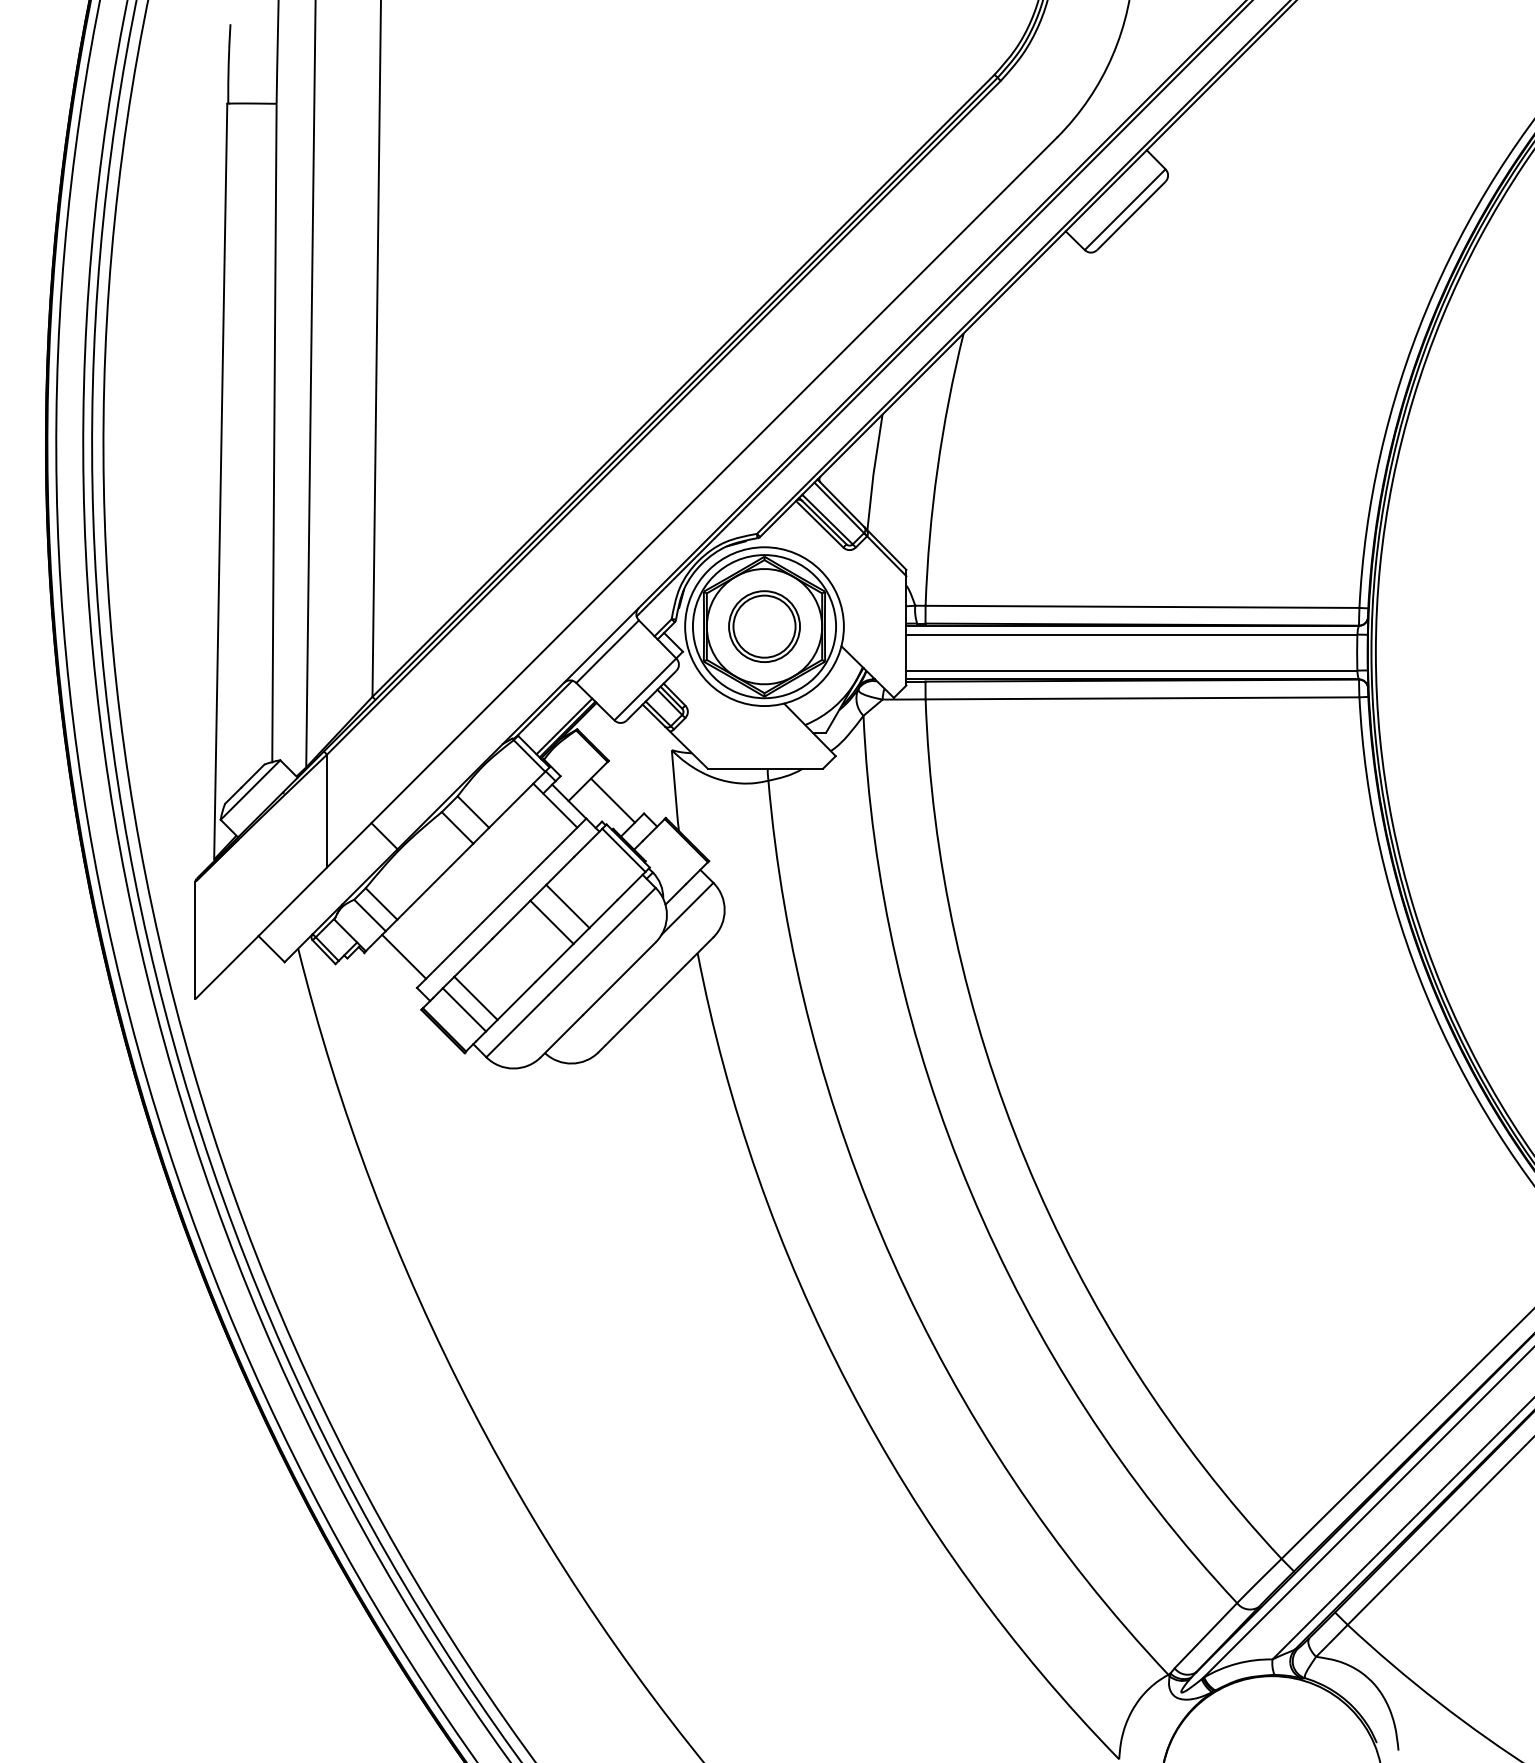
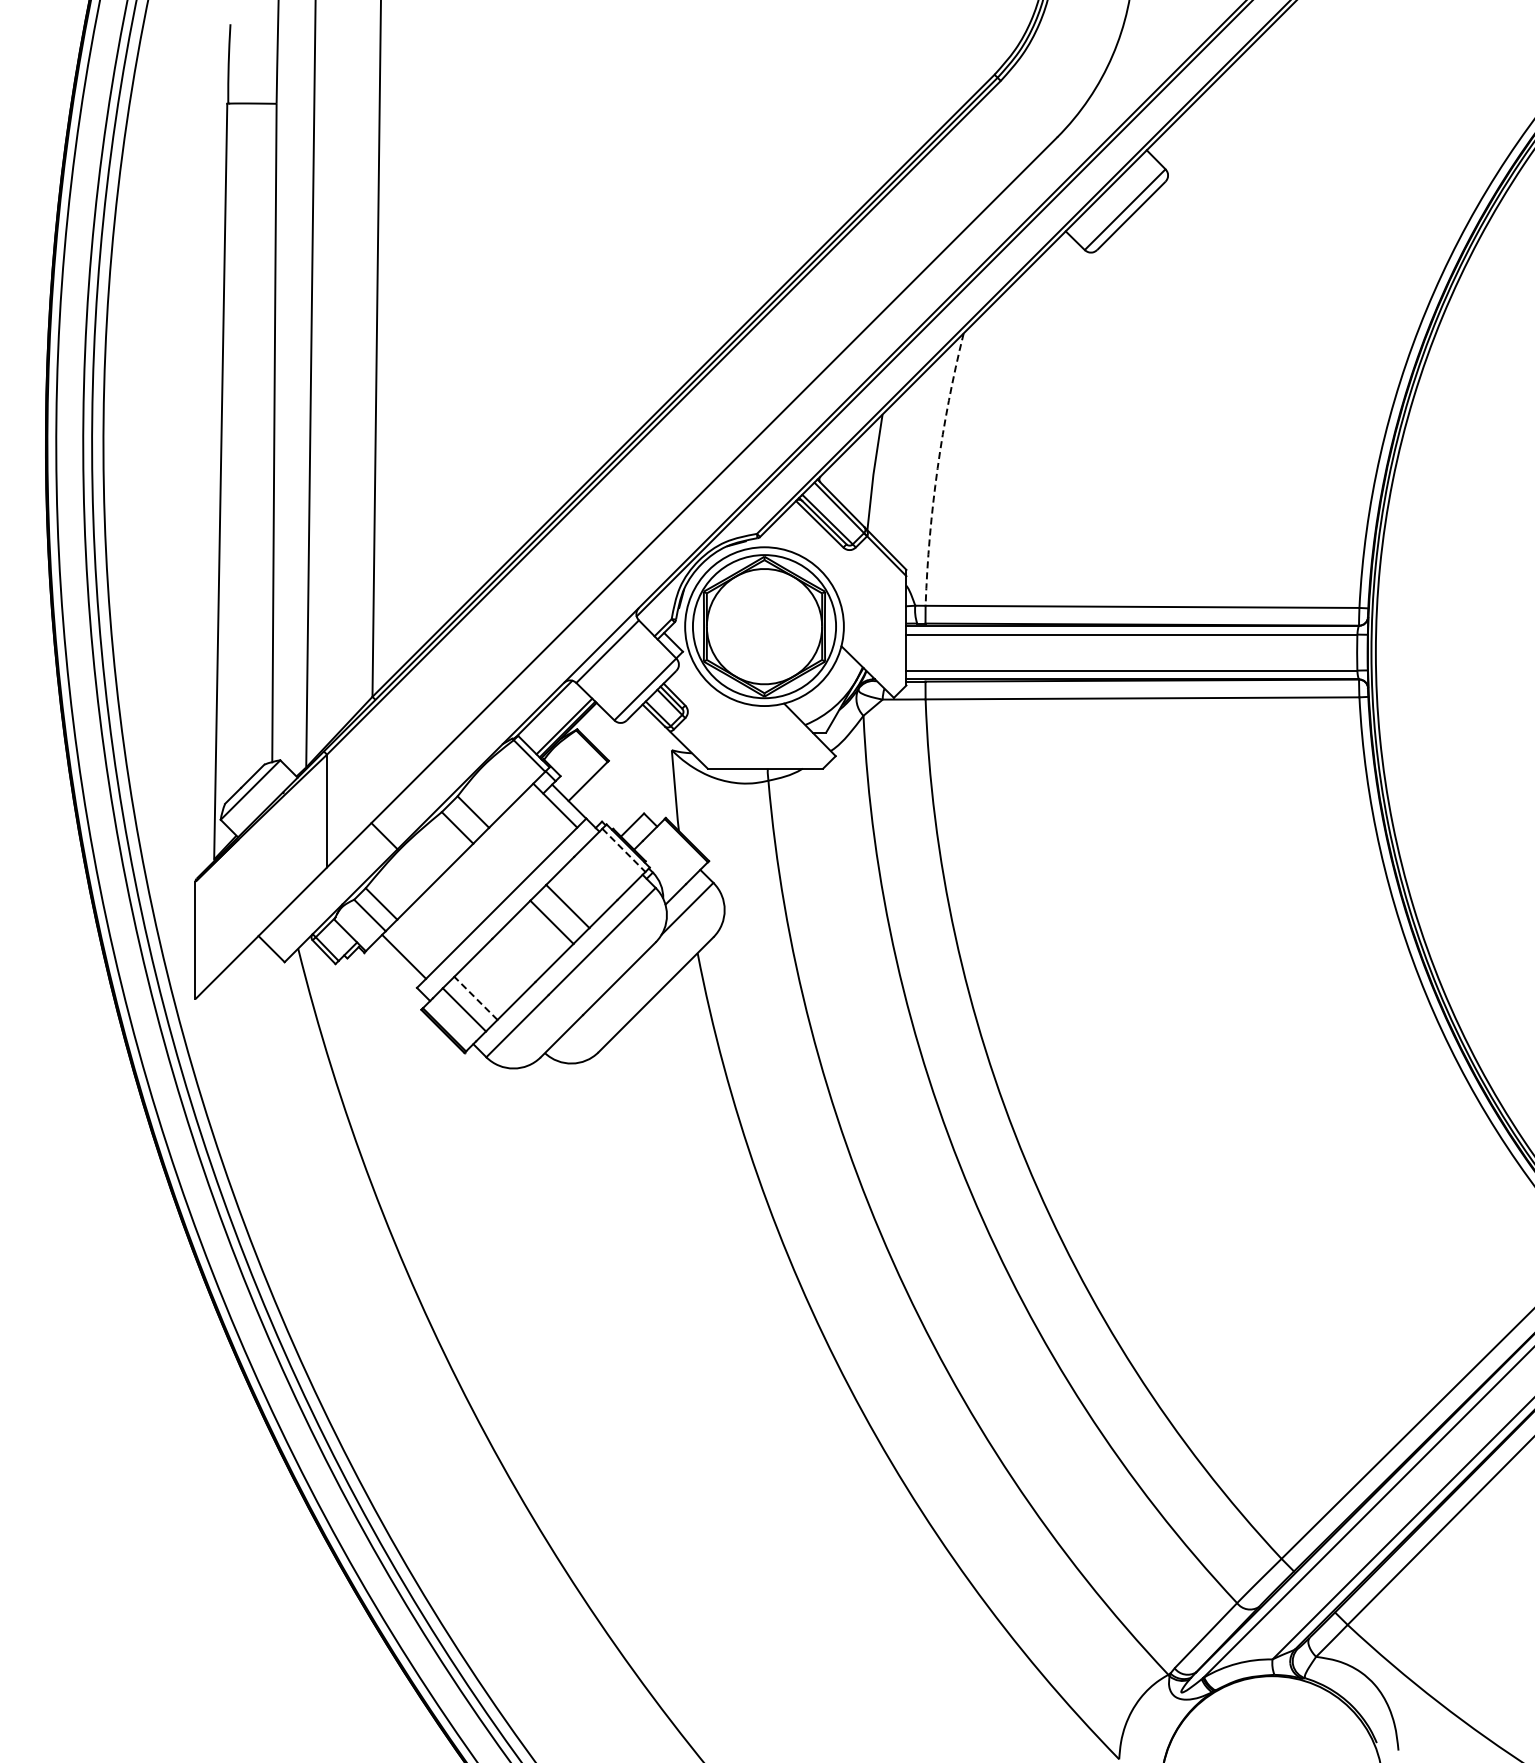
arc at (937, 468): solid -> dashed
part at (764, 626): present -> none
line at (613, 800): present -> none
line at (623, 850): solid -> dashed
line at (475, 998): solid -> dashed
